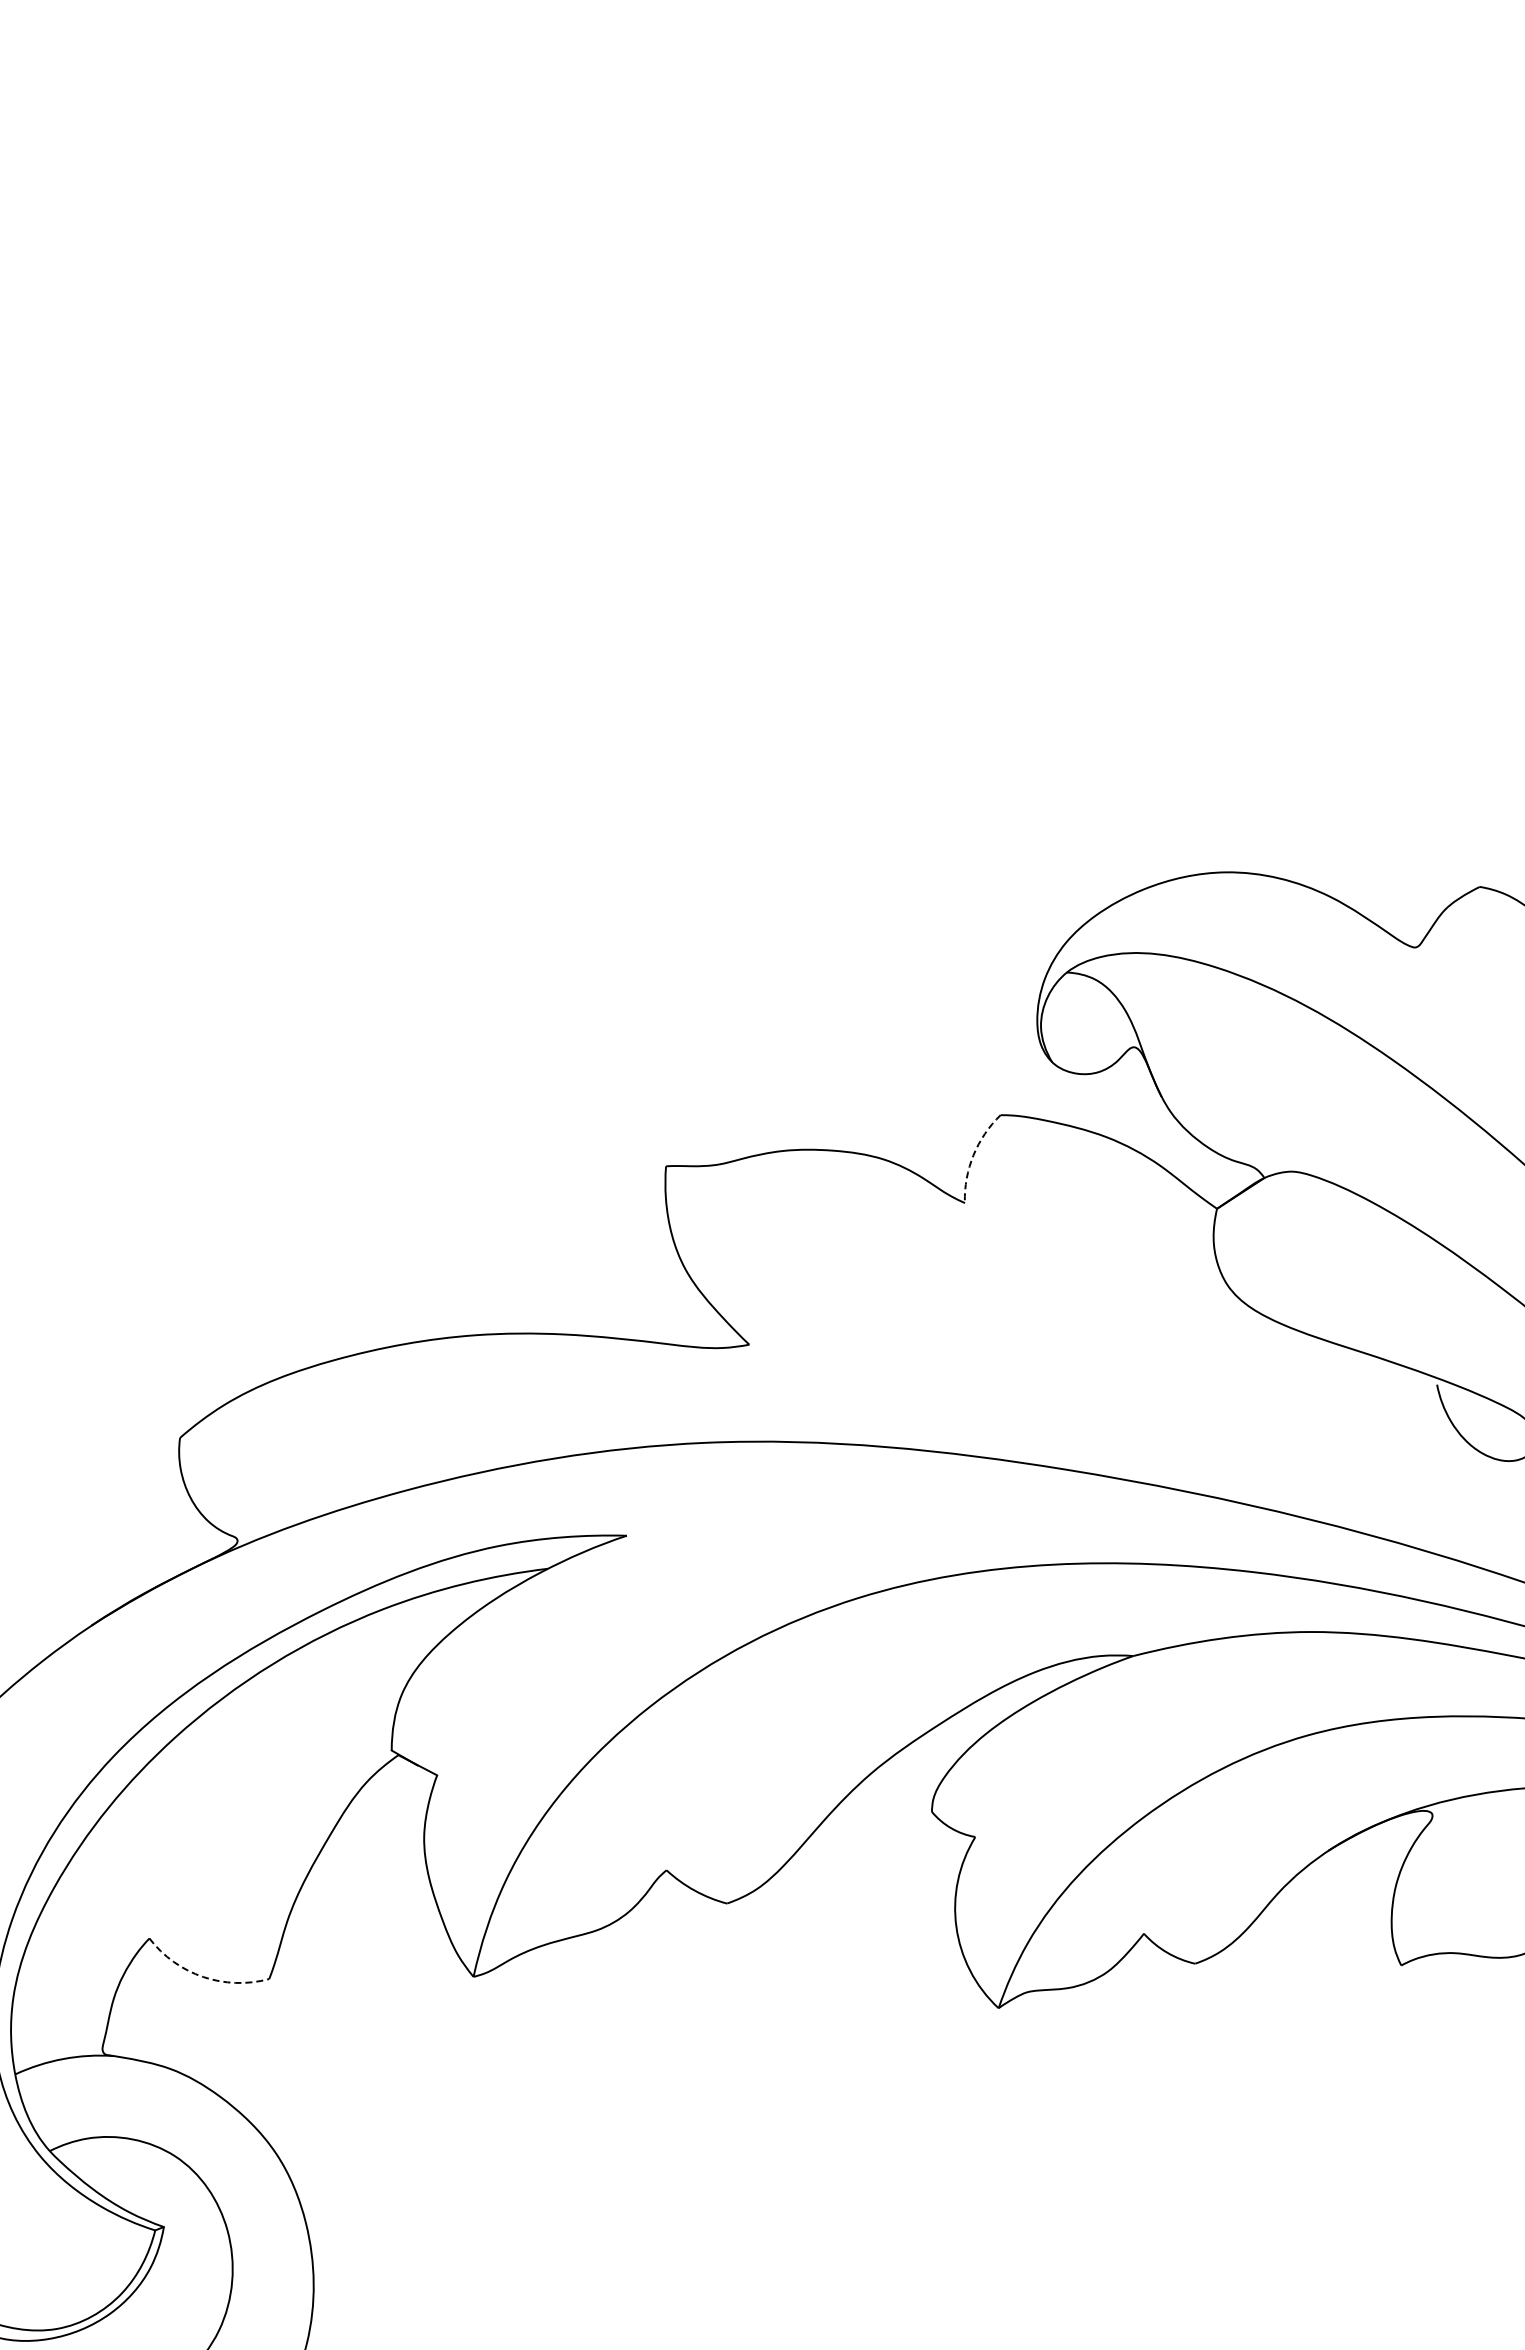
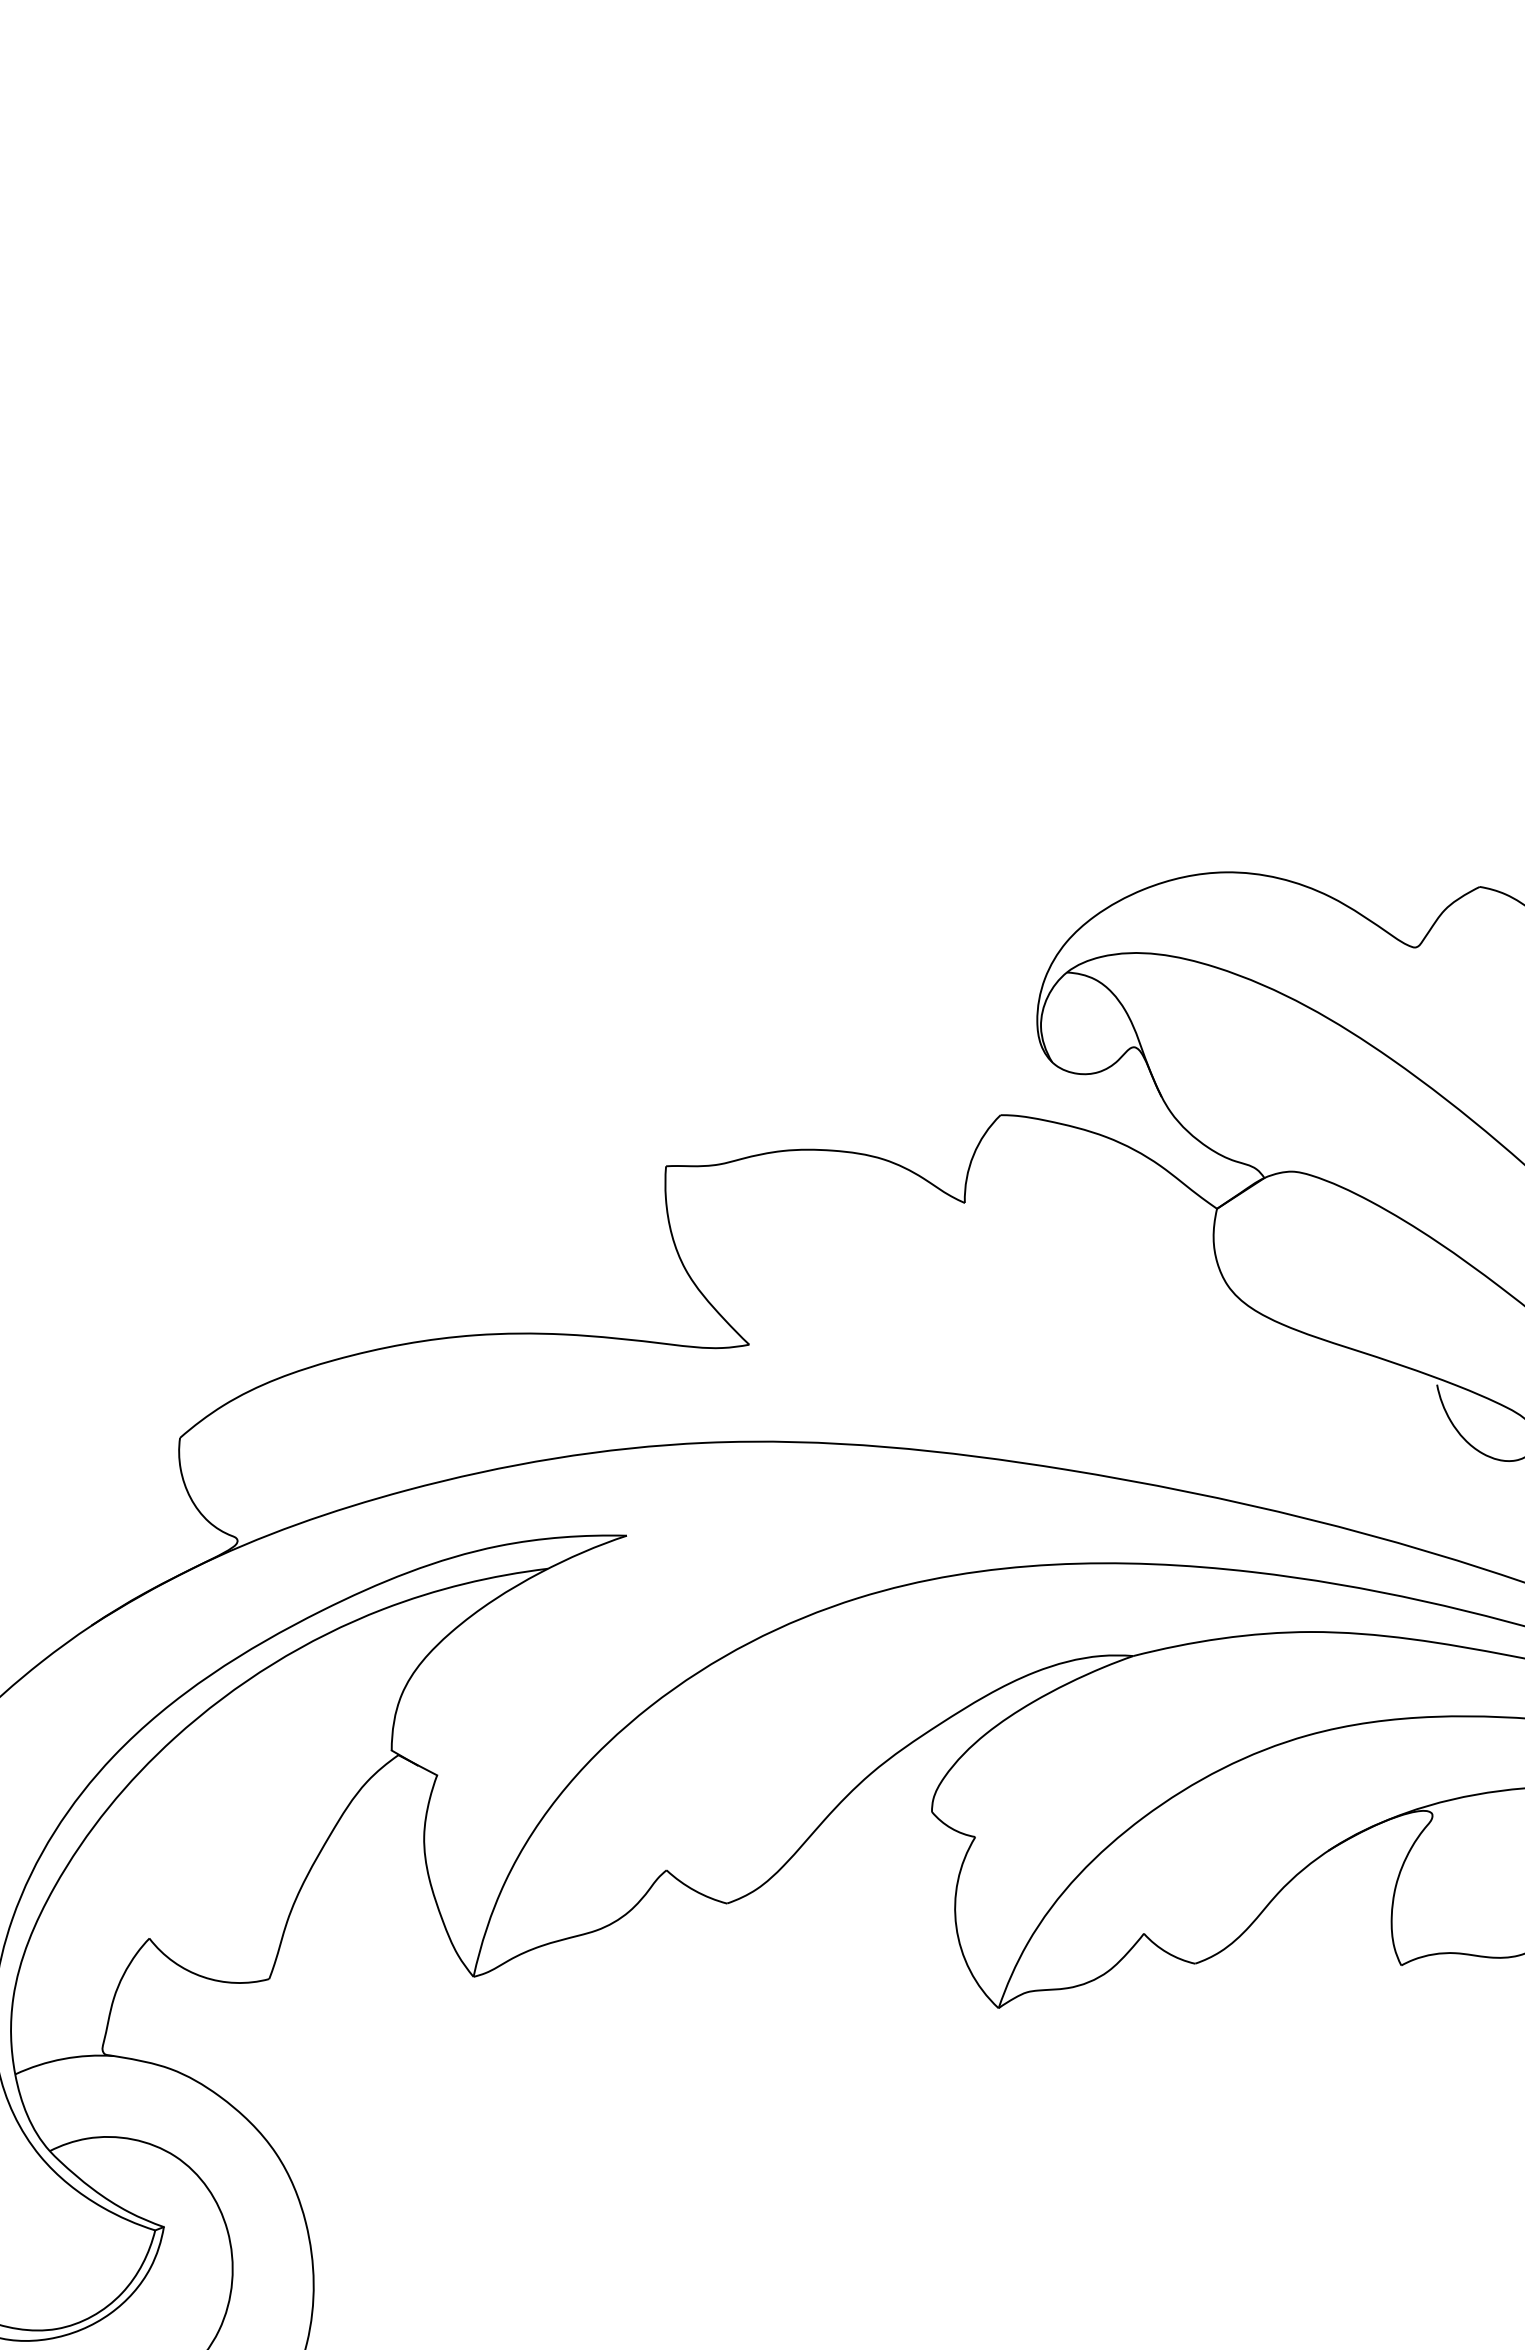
arc at (973, 1155): dashed -> solid
arc at (203, 1976): dashed -> solid
